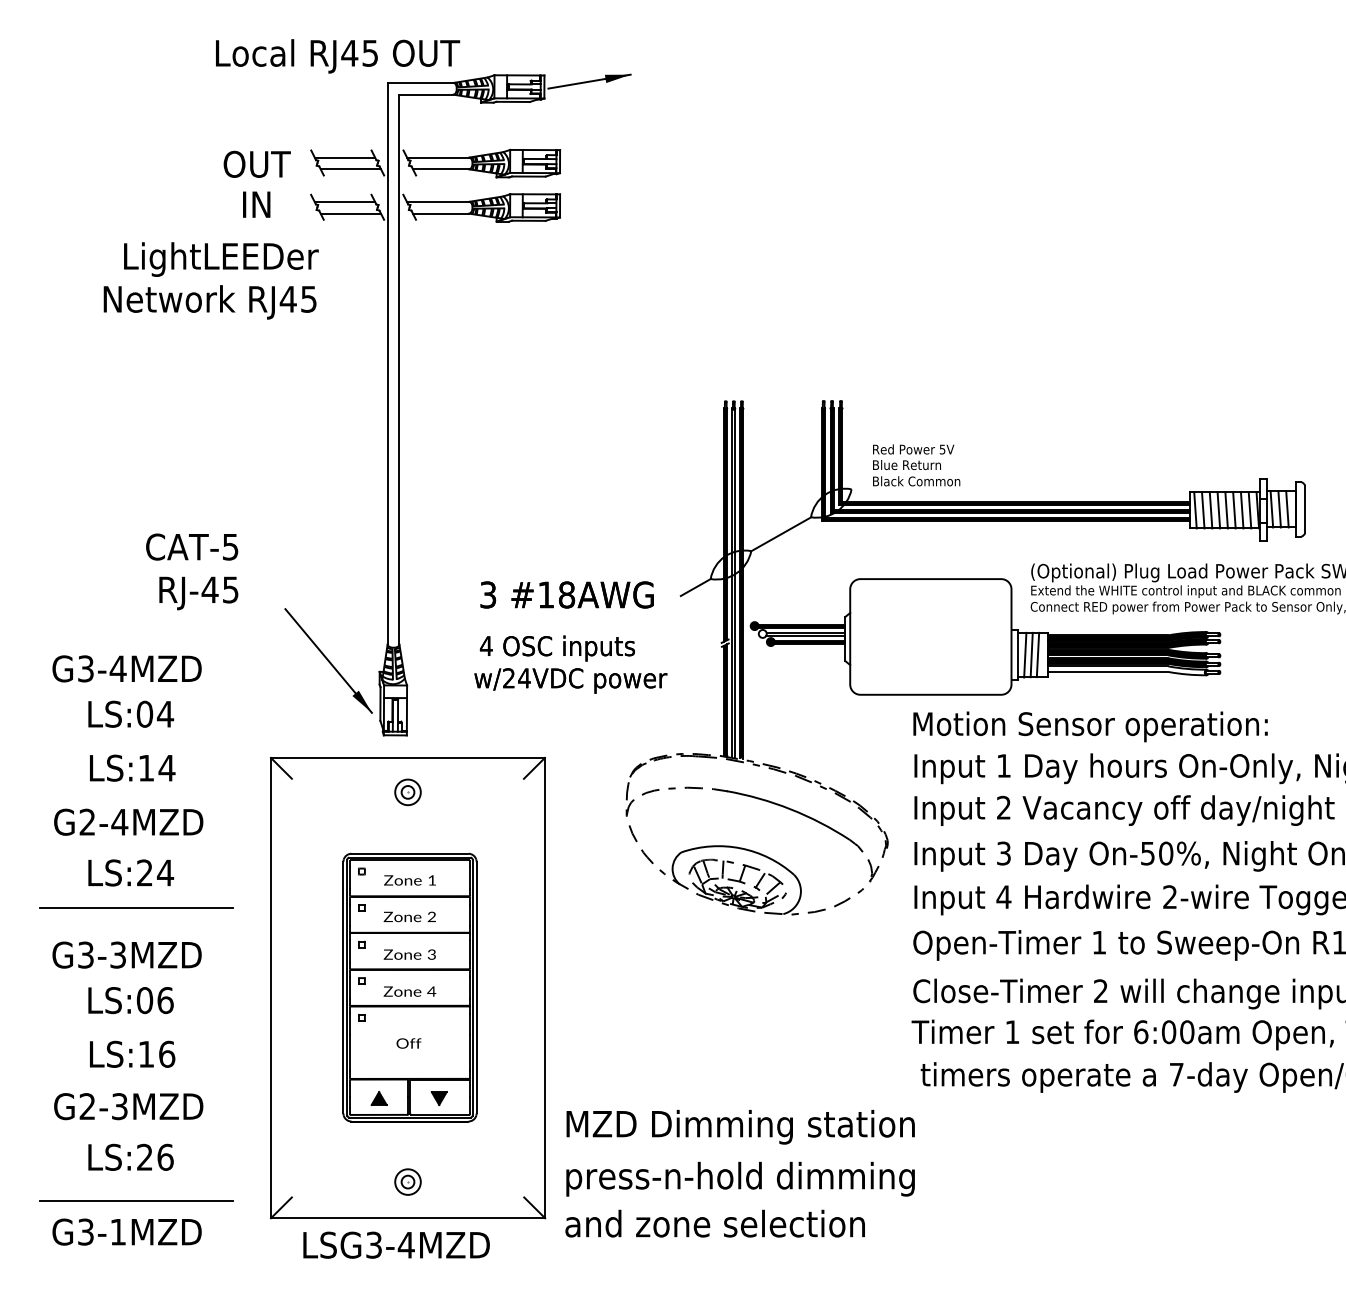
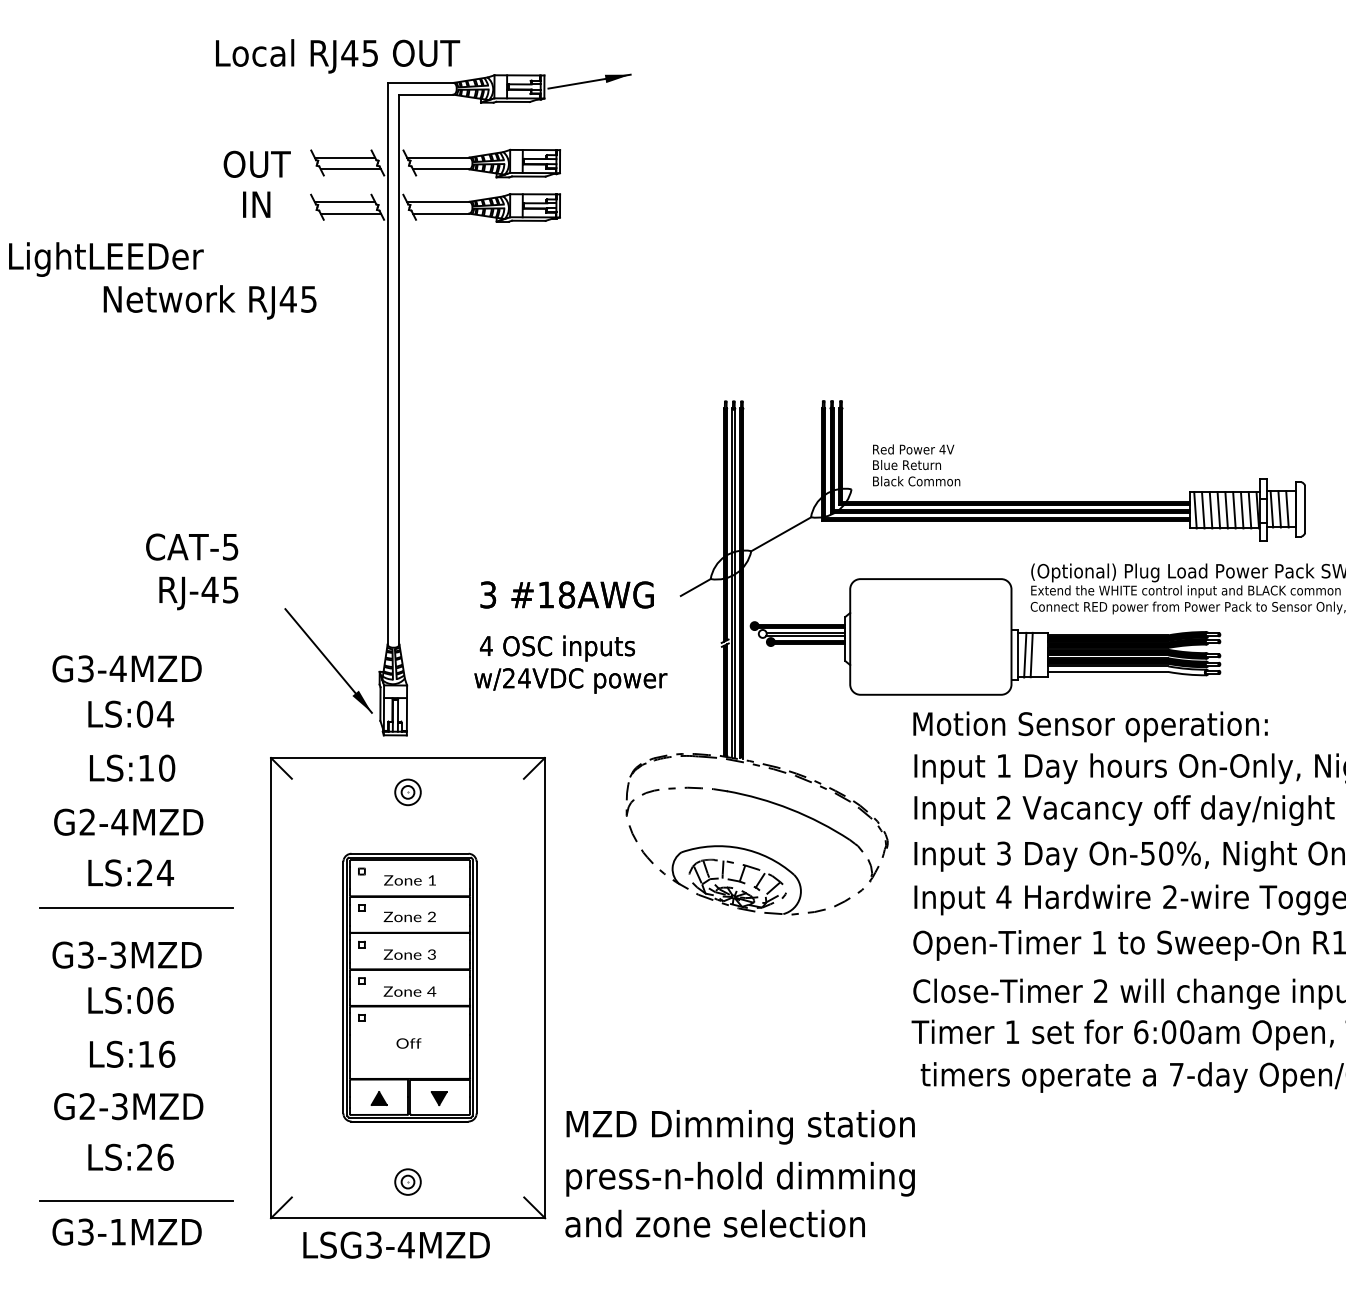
text at (221, 259) position: (221, 259) -> (106, 259)
text at (942, 449): 5V -> 4V
line at (1037, 654): present -> none
text at (166, 767): LS:14 -> LS:10
